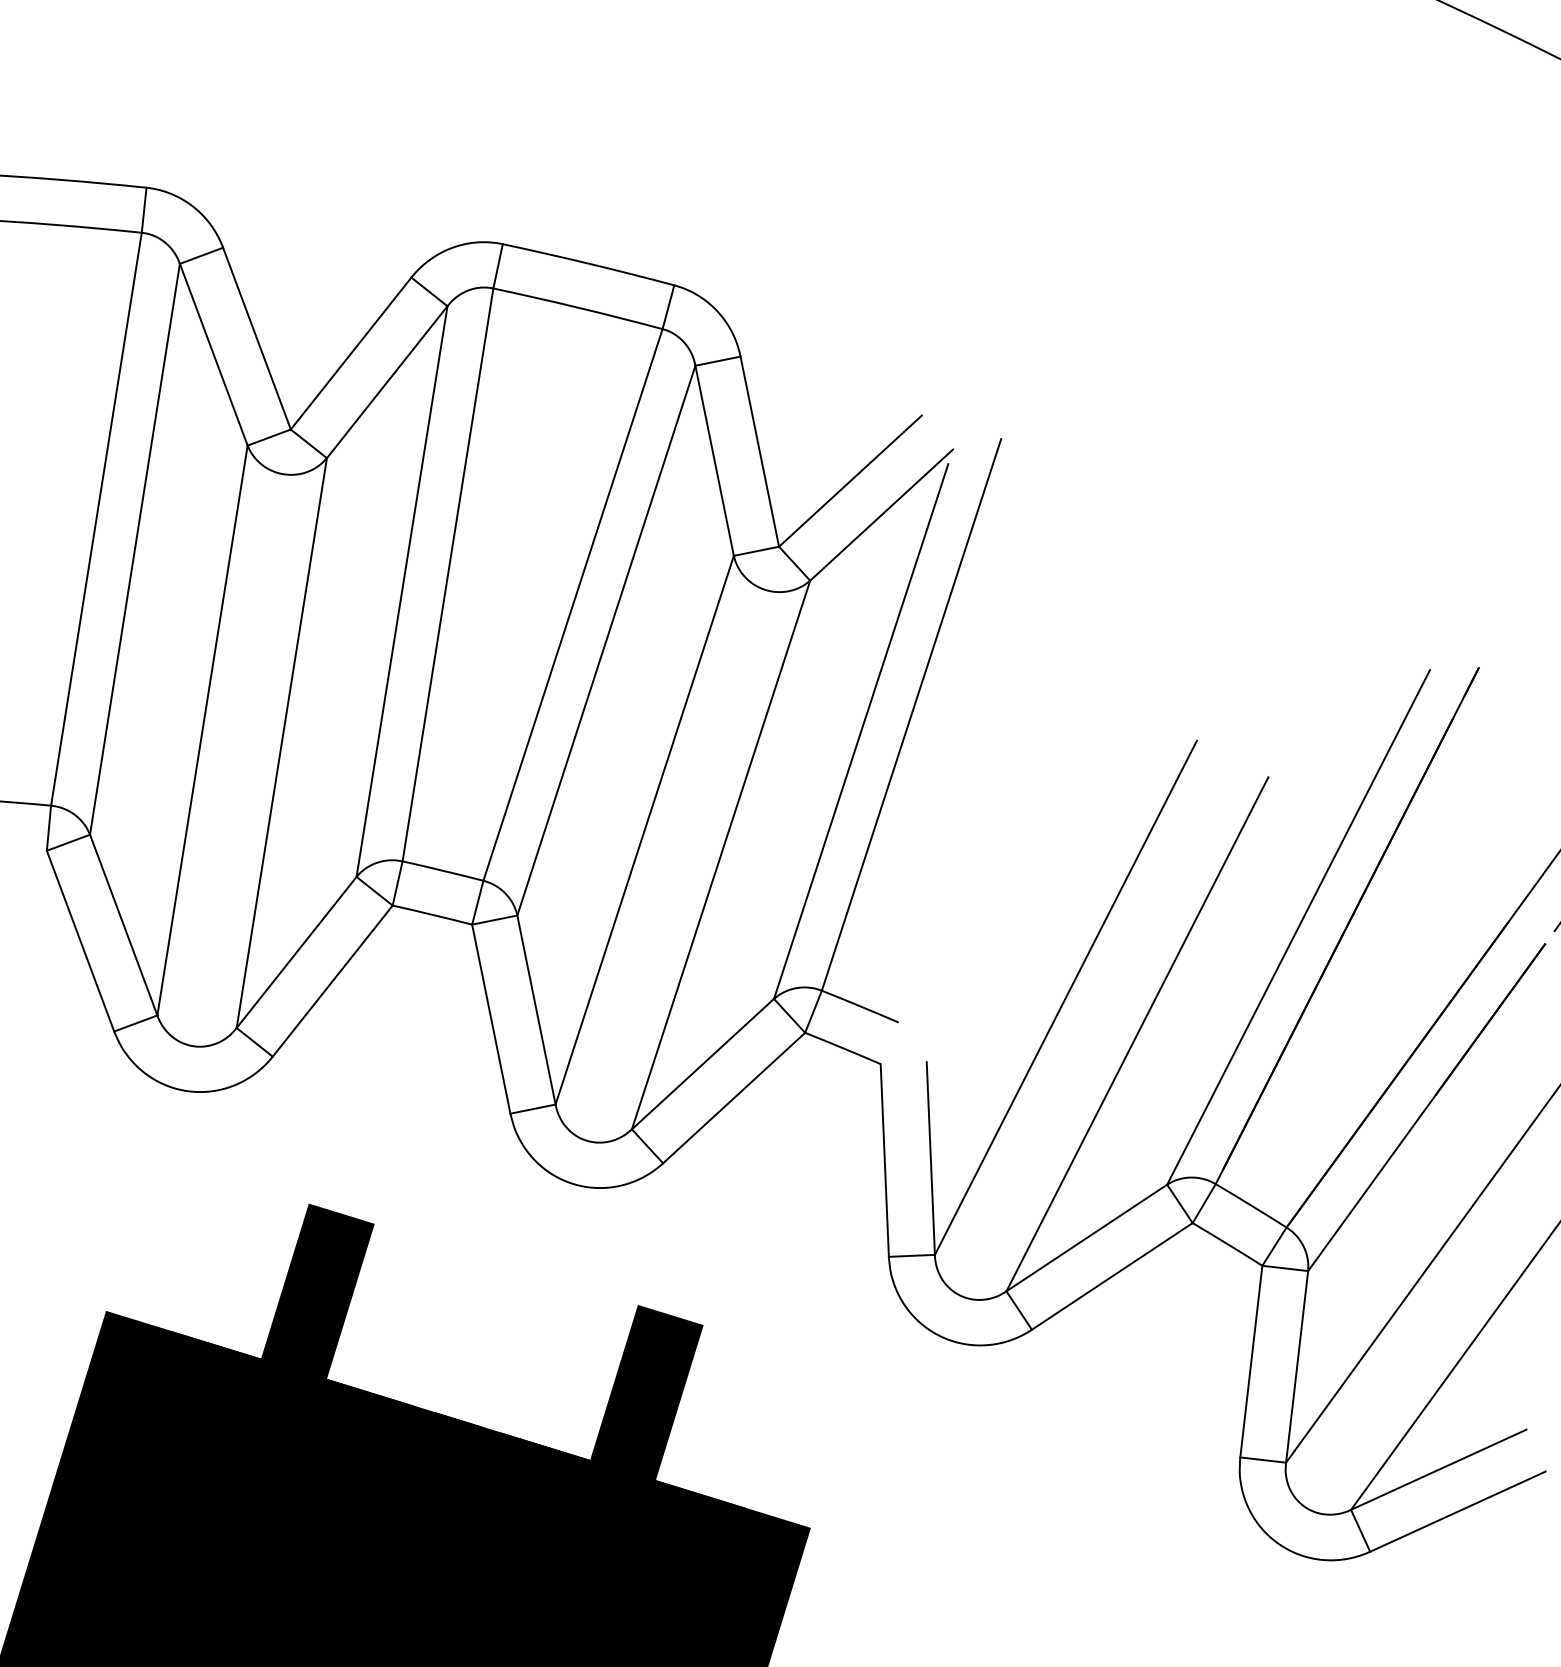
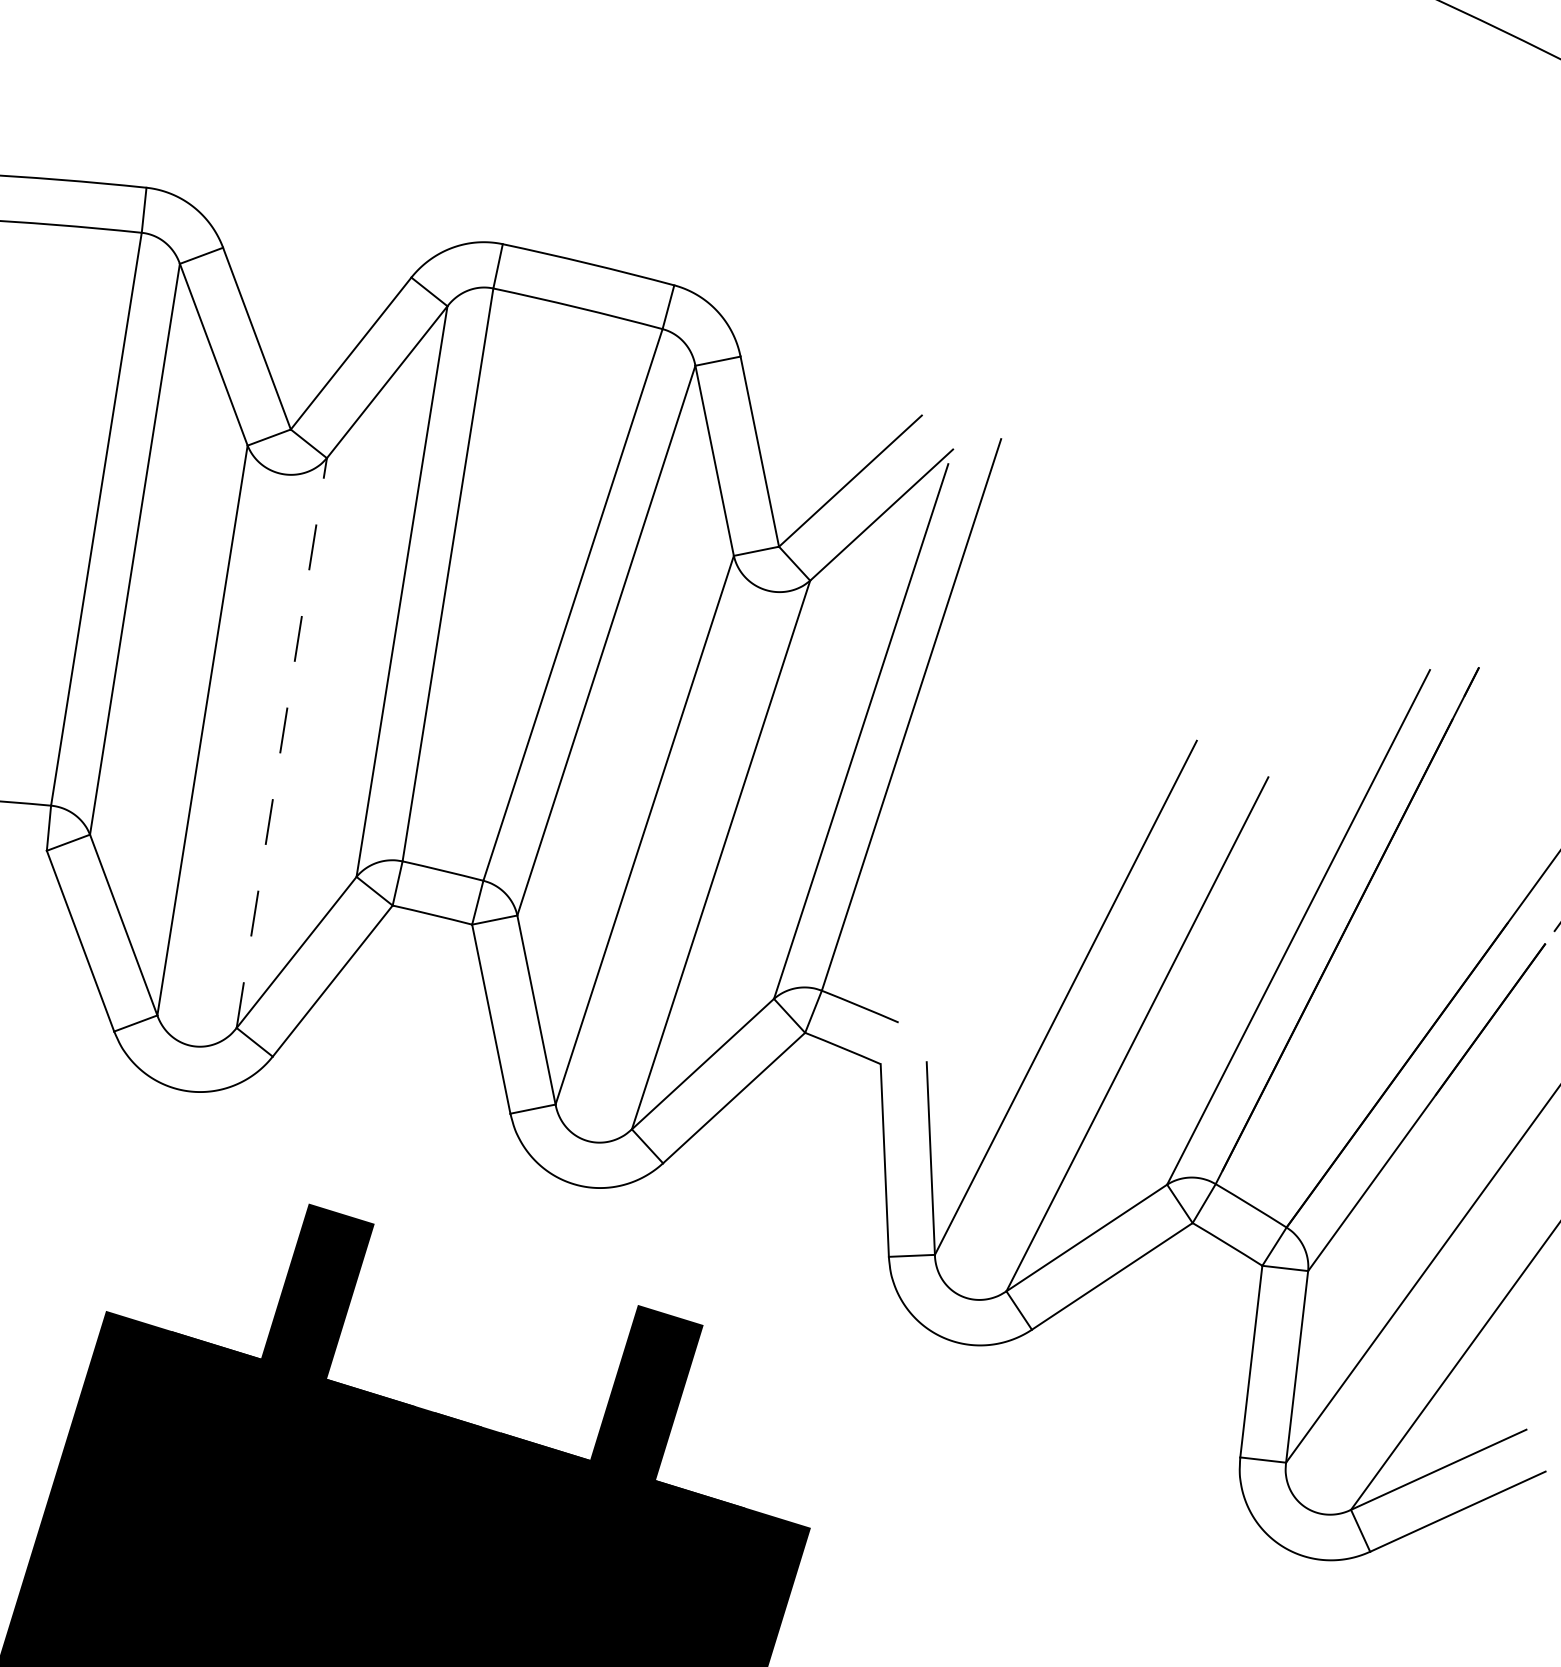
line at (281, 742): solid -> dashed
